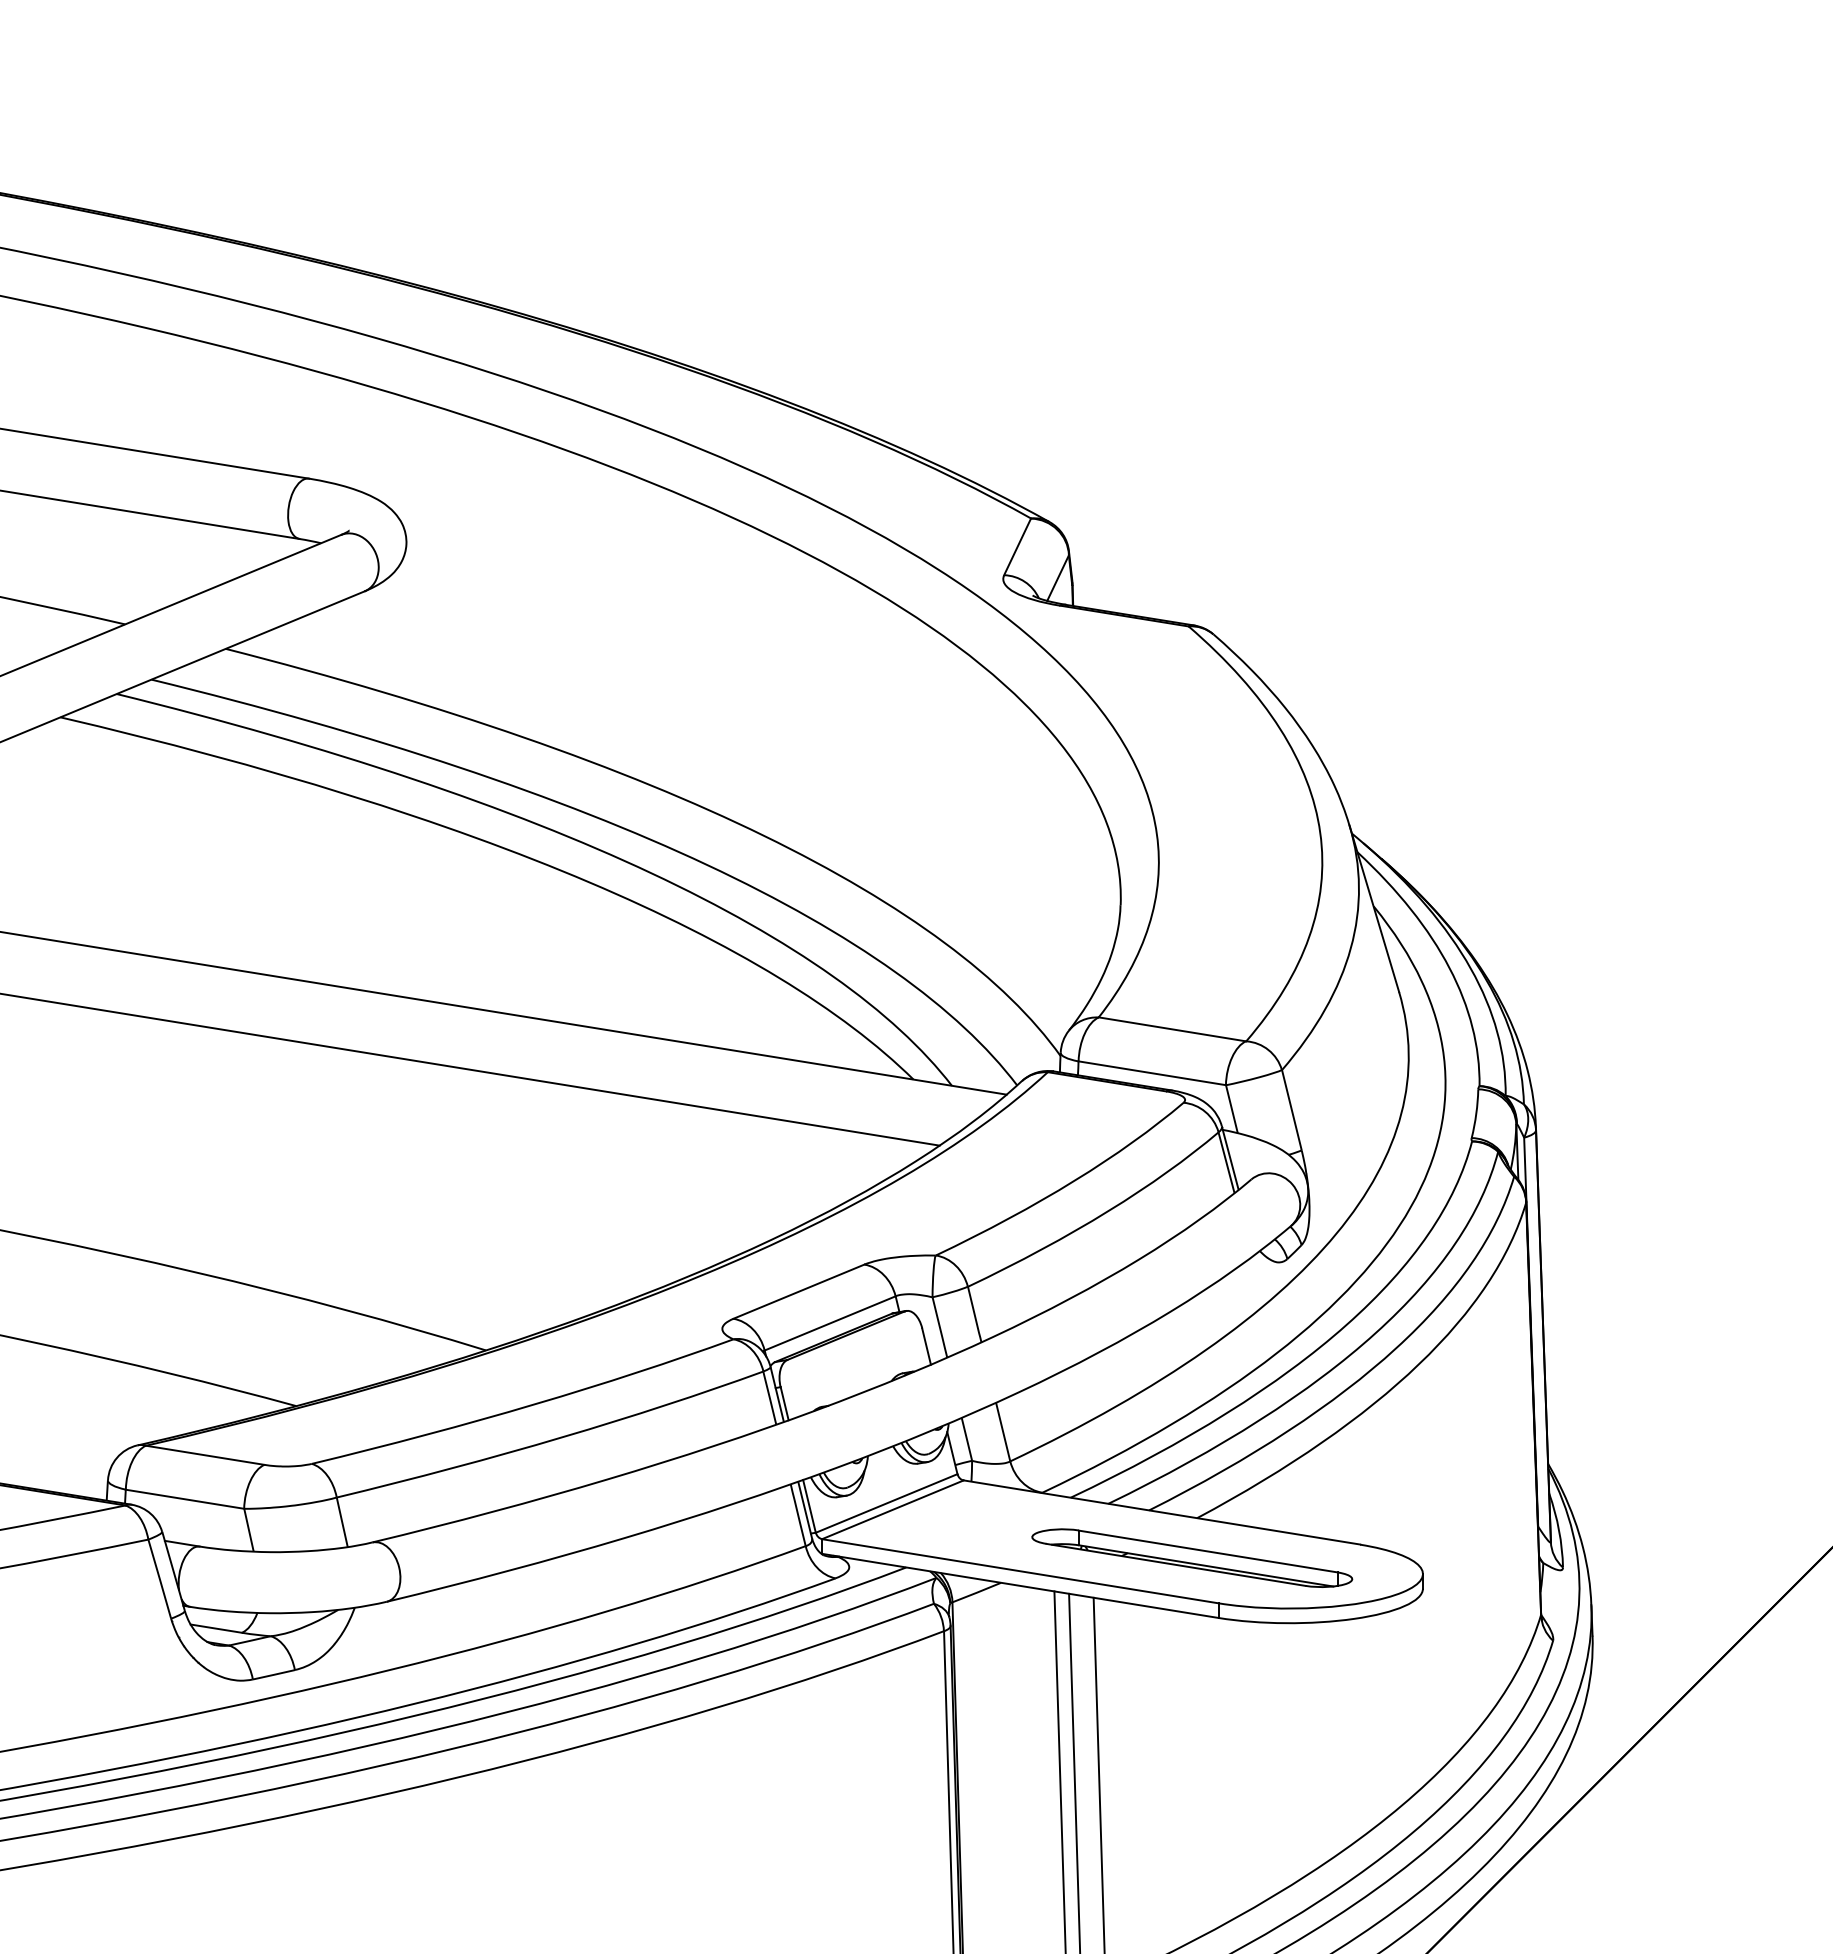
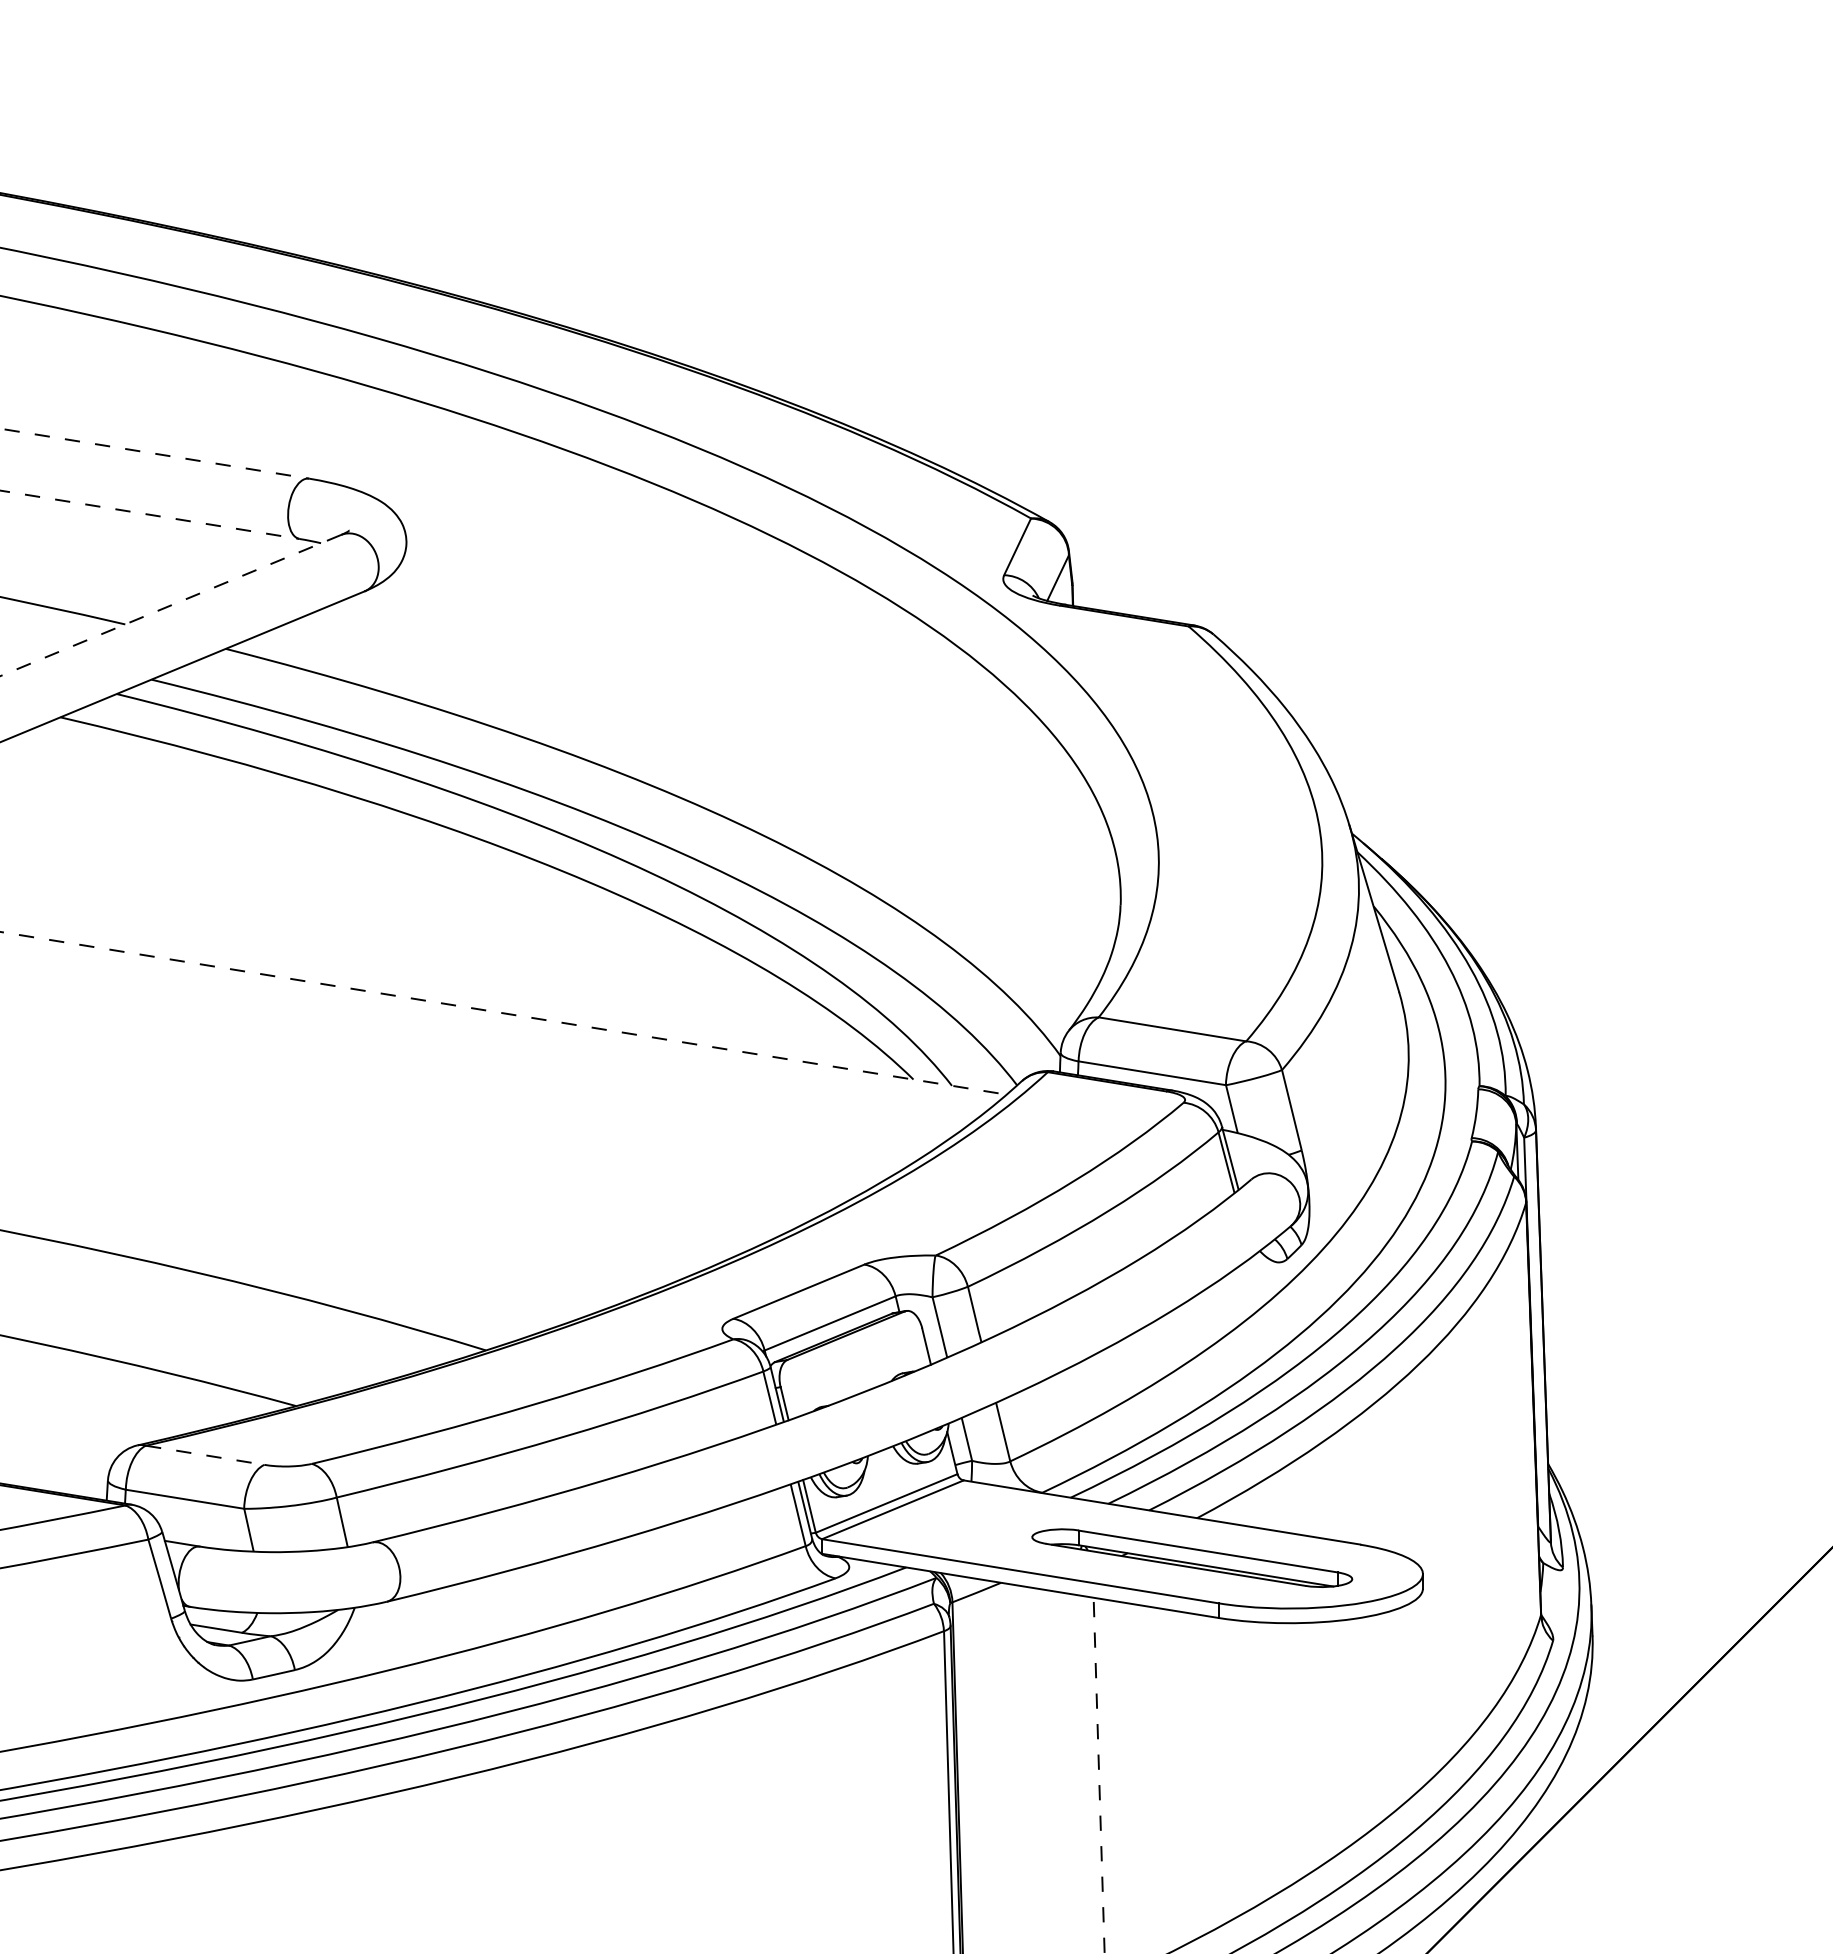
line at (155, 453): solid -> dashed
line at (150, 514): solid -> dashed
line at (170, 605): solid -> dashed
line at (504, 1013): solid -> dashed
line at (470, 1069): present -> none
line at (205, 1455): solid -> dashed
line at (1059, 1770): present -> none
line at (1074, 1771): present -> none
line at (1099, 1775): solid -> dashed
